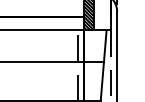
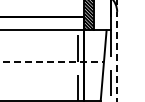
line at (117, 56): solid -> dashed
line at (52, 61): solid -> dashed
